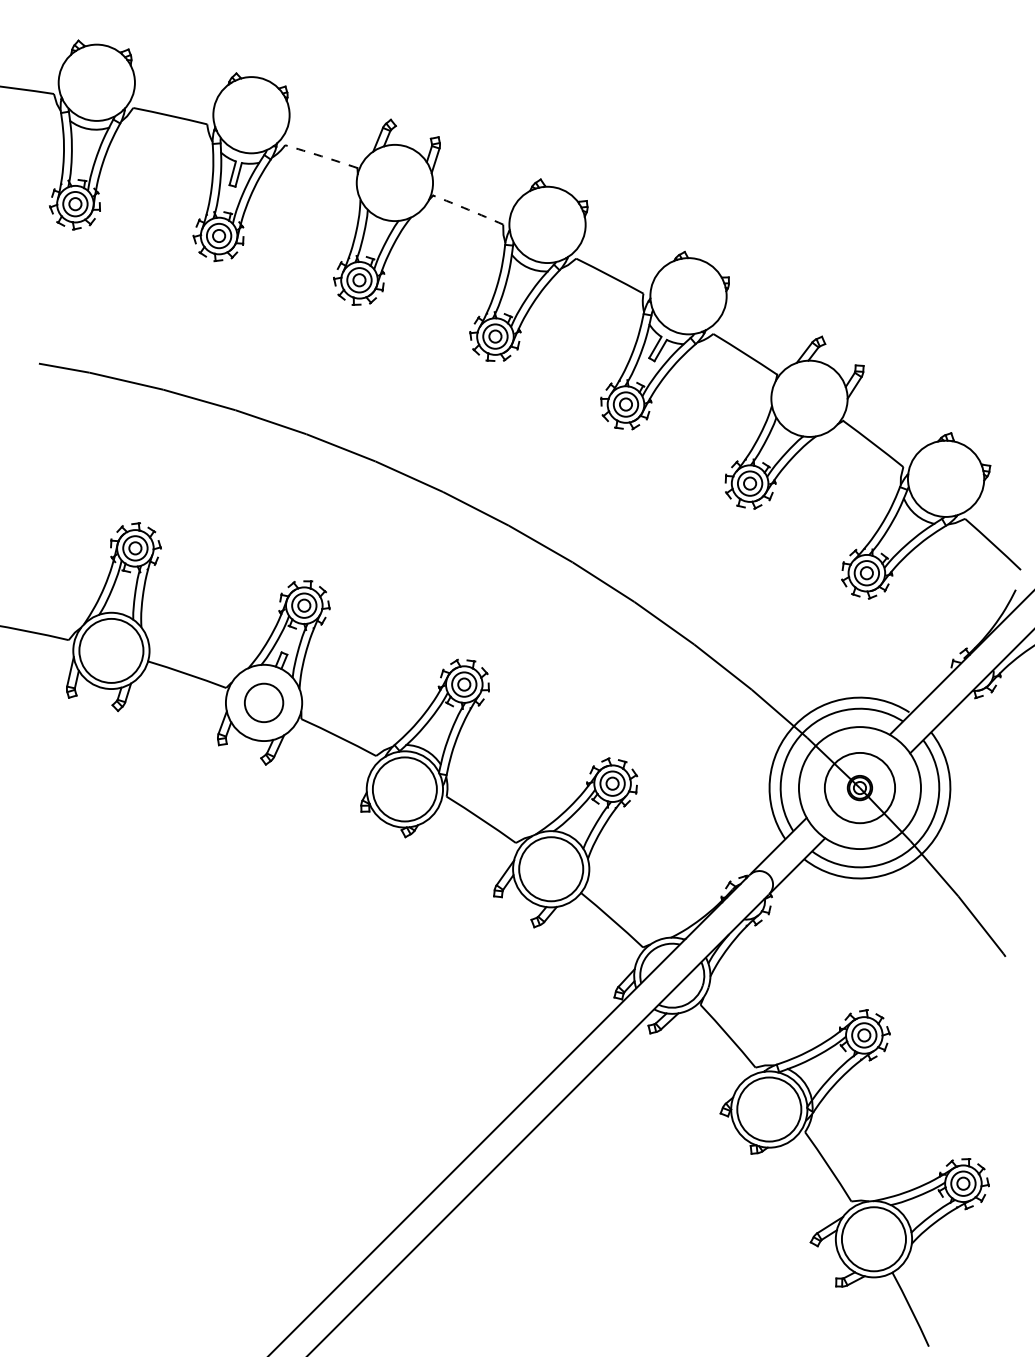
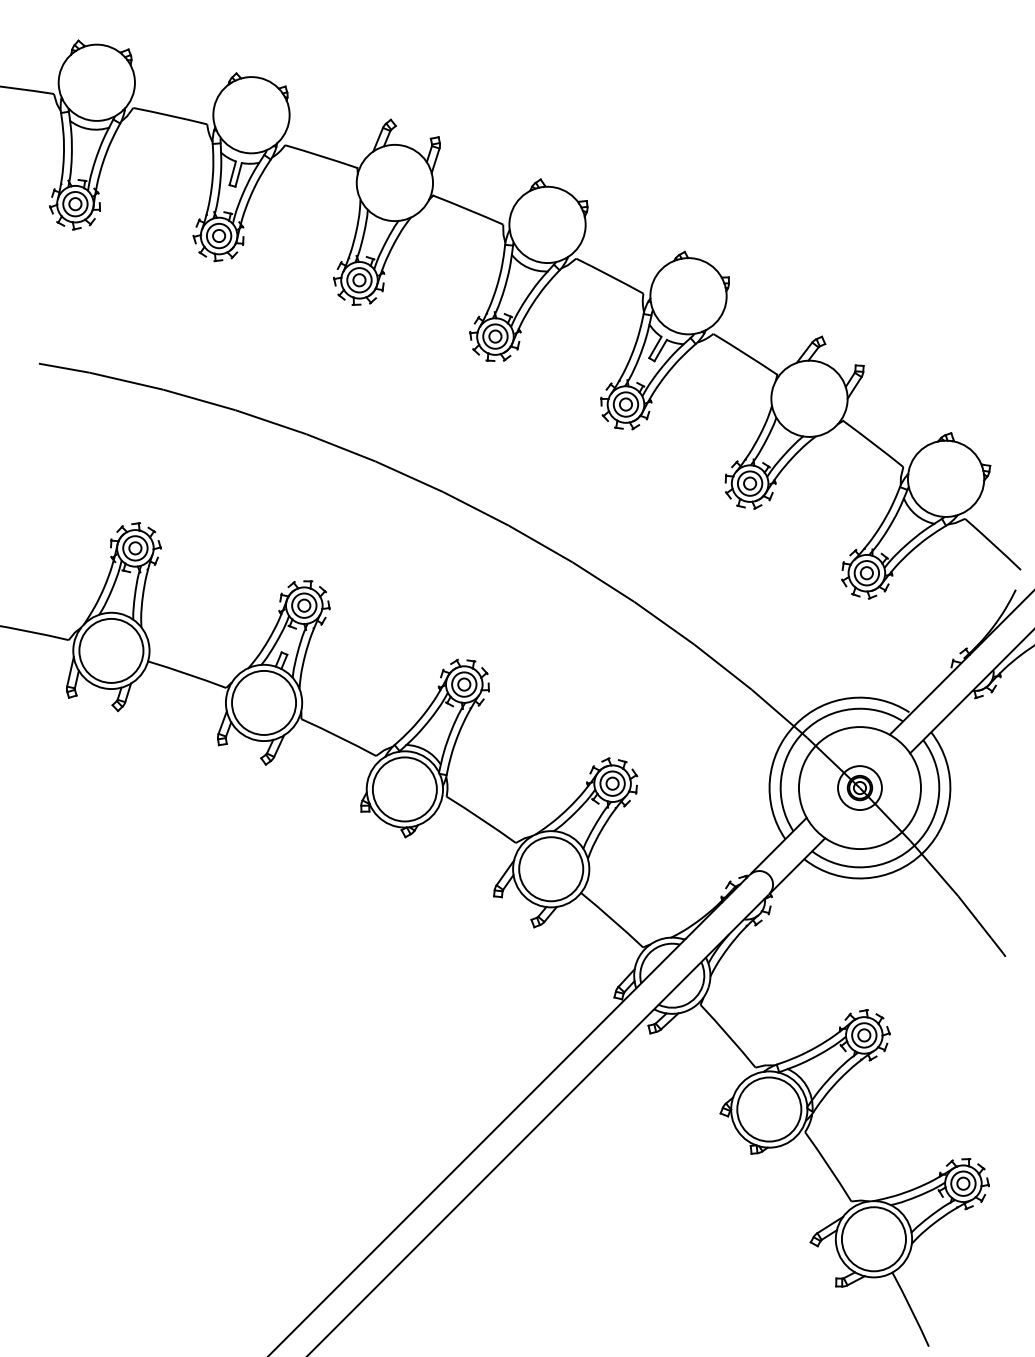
arc at (321, 156): dashed -> solid
arc at (468, 209): dashed -> solid
circle at (263, 702) diameter: 38 px -> 64 px
circle at (859, 787) diameter: 70 px -> 44 px
